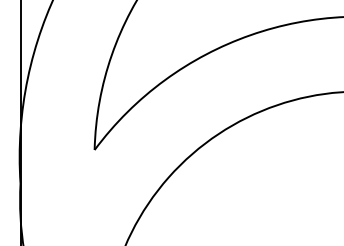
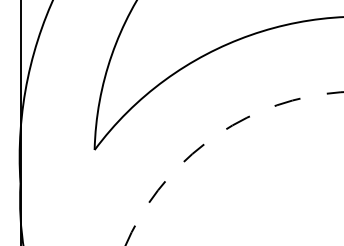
arc at (213, 137): solid -> dashed
